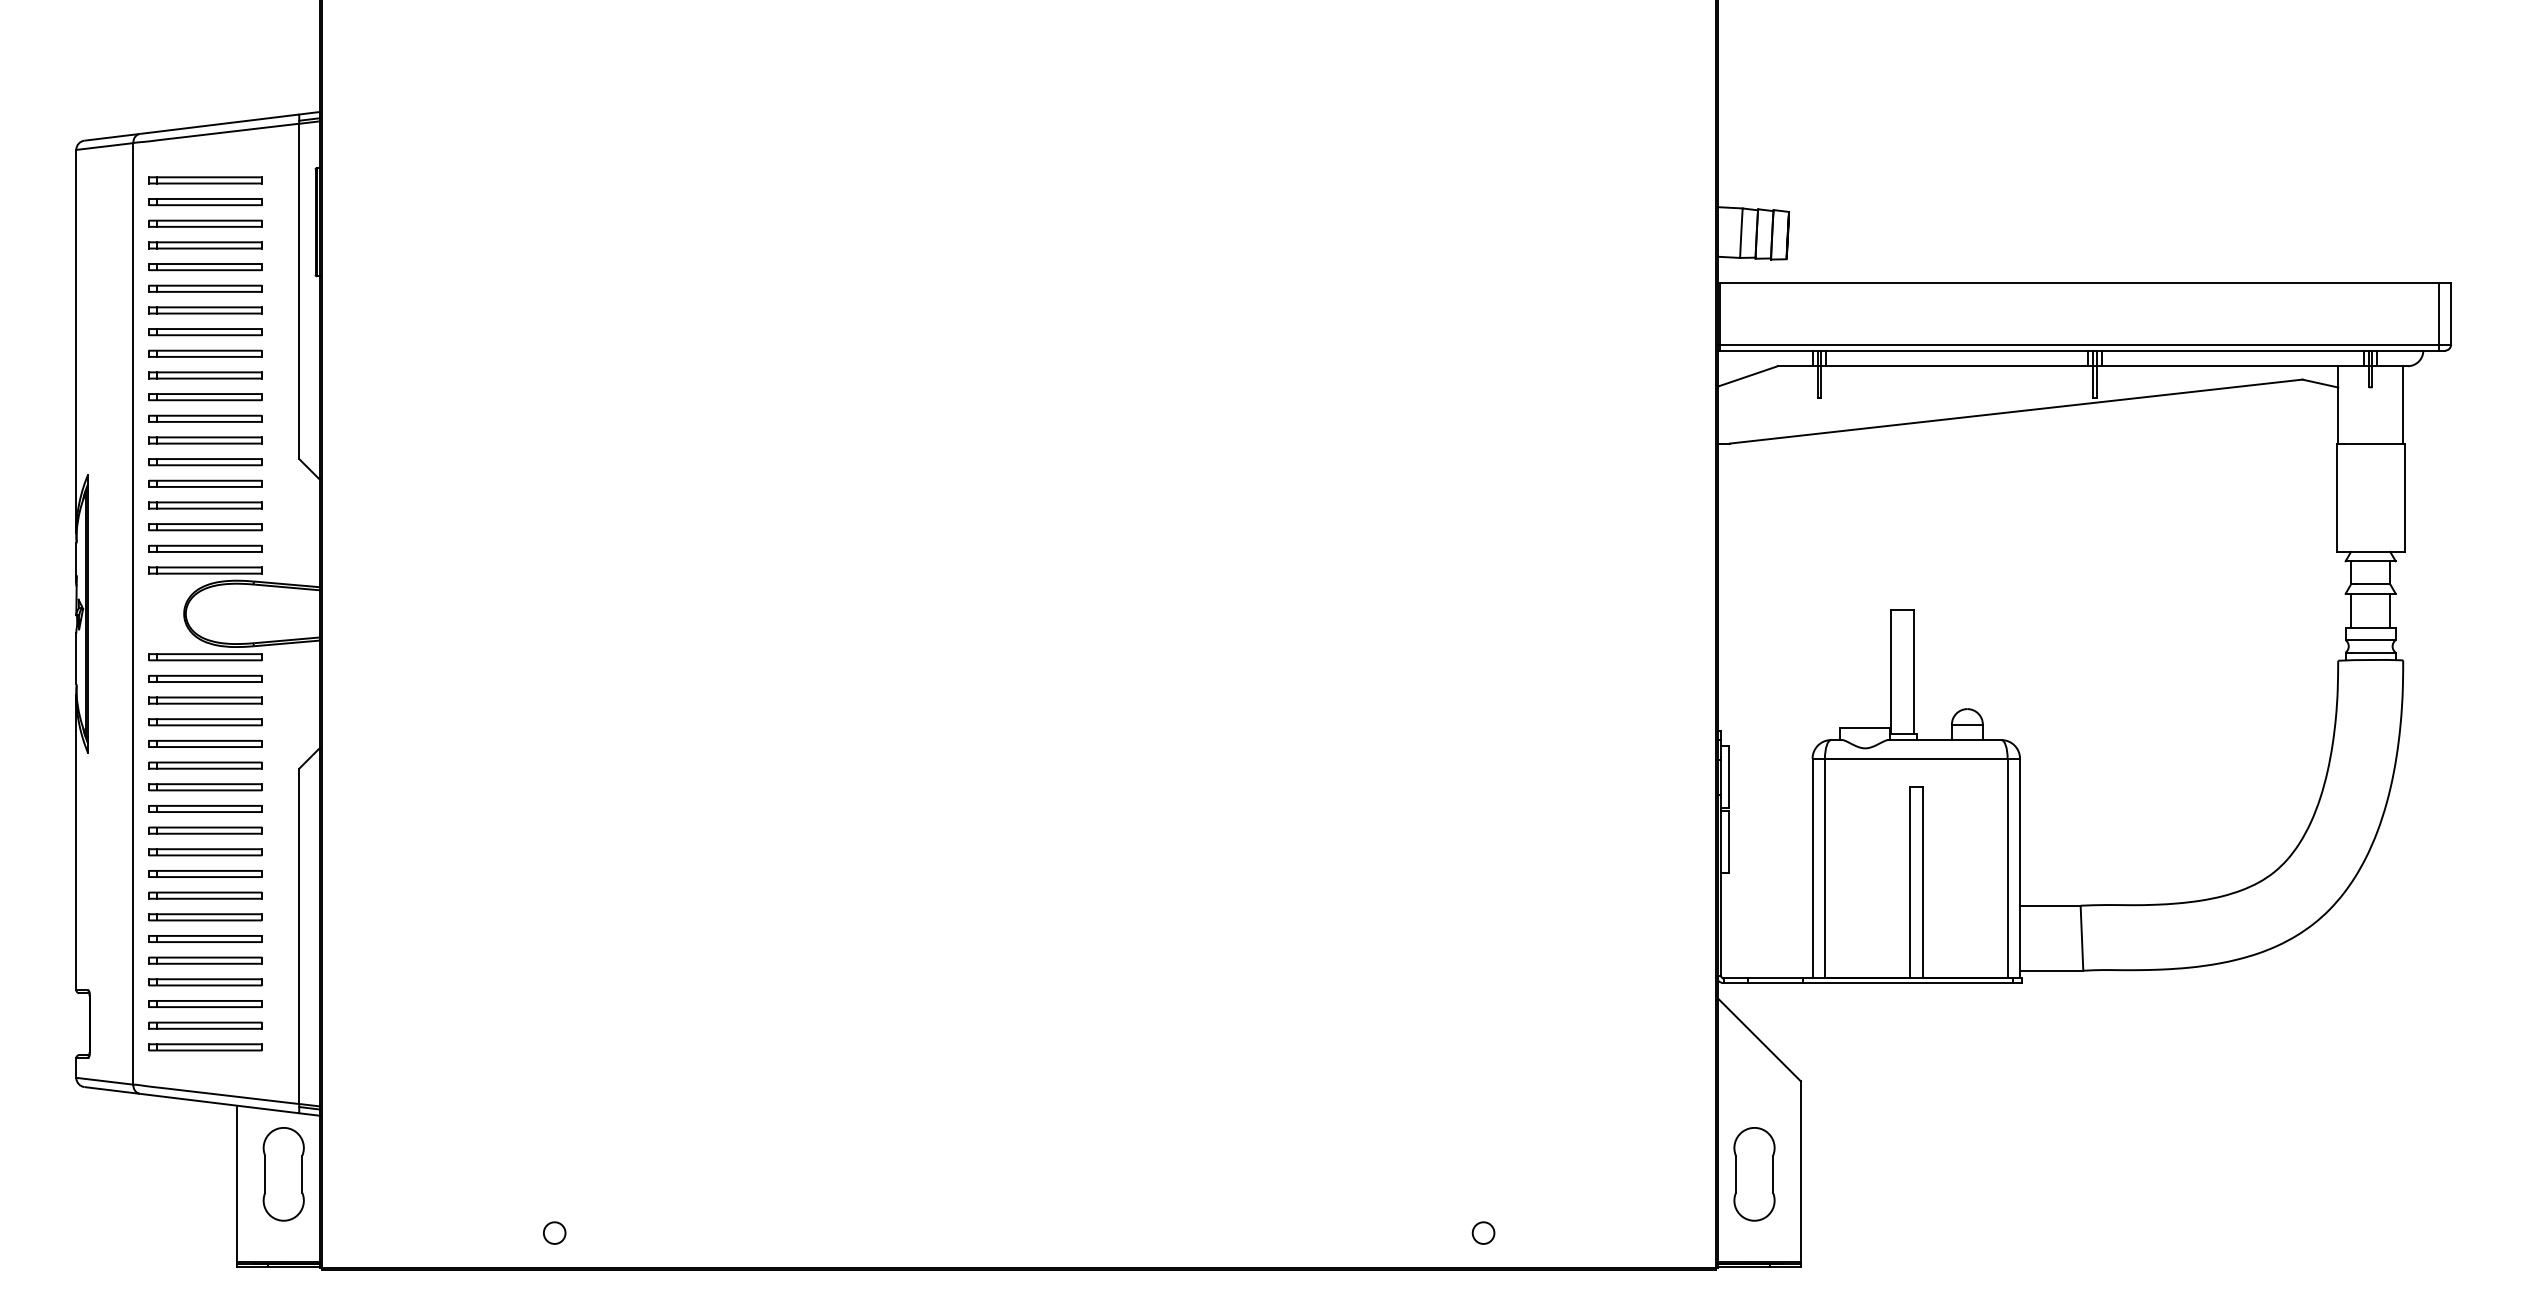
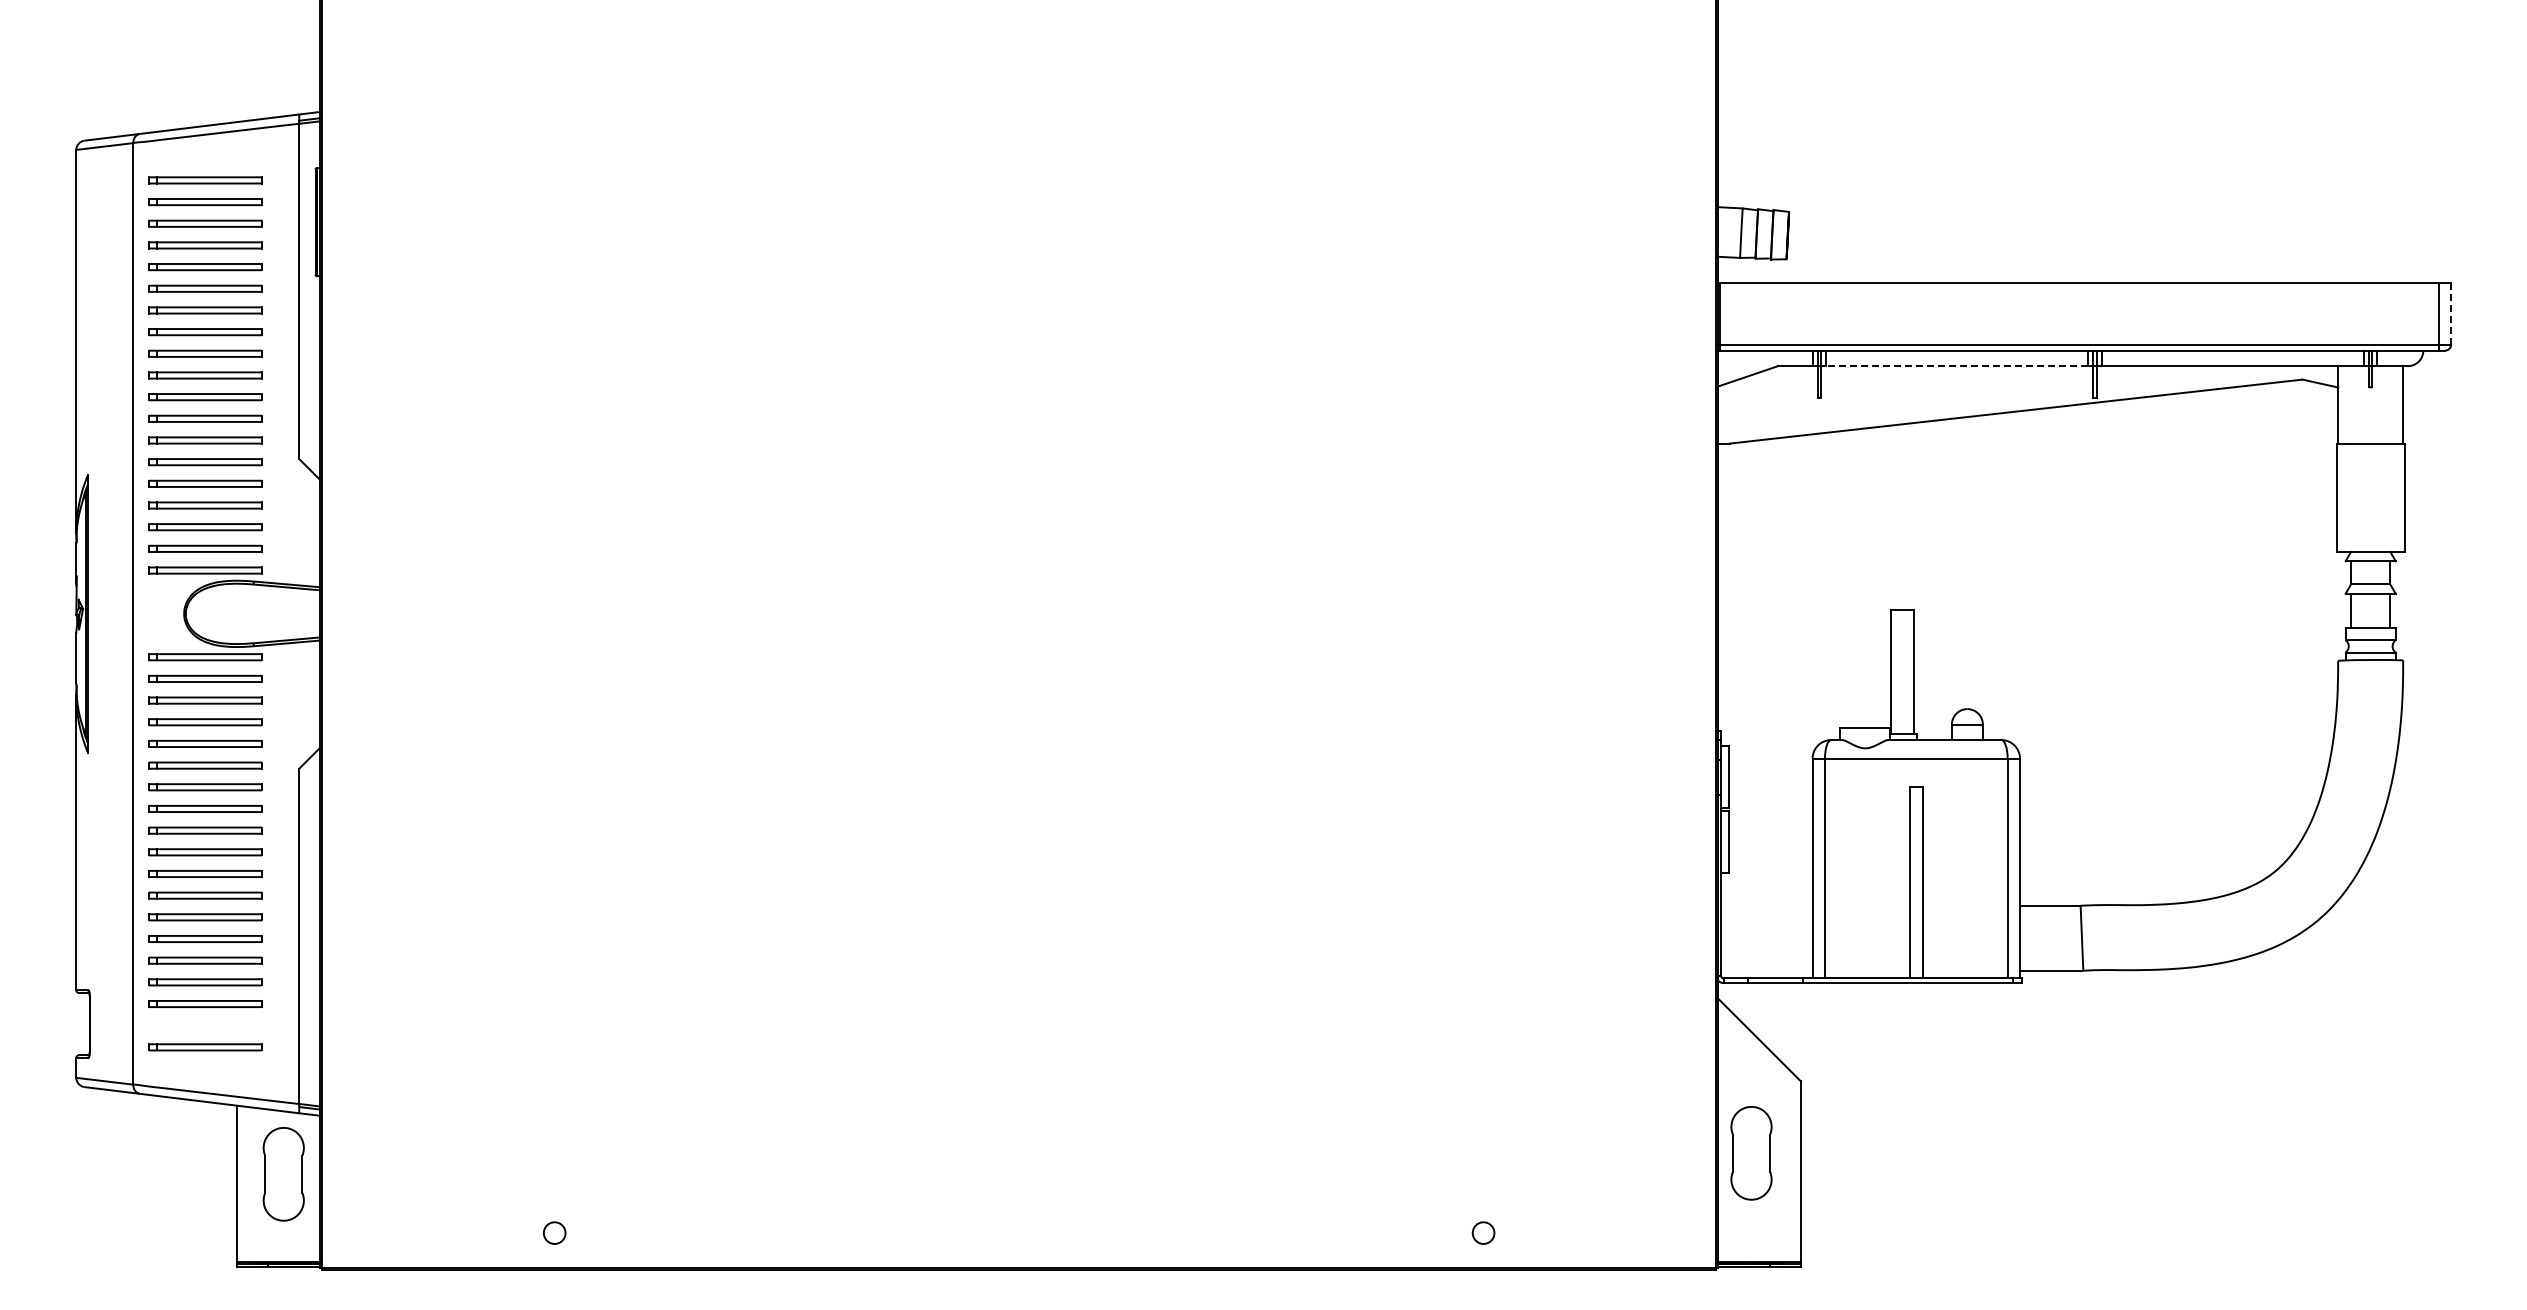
line at (2451, 313): solid -> dashed
line at (1956, 366): solid -> dashed
part at (205, 1025): present -> none
part at (1754, 1174) position: (1754, 1174) -> (1751, 1153)
